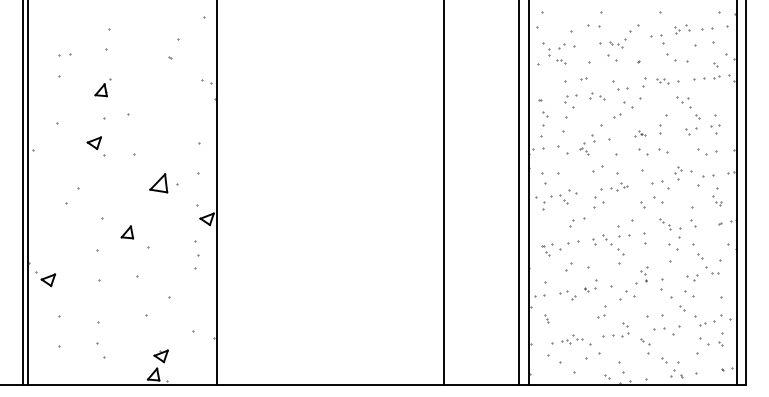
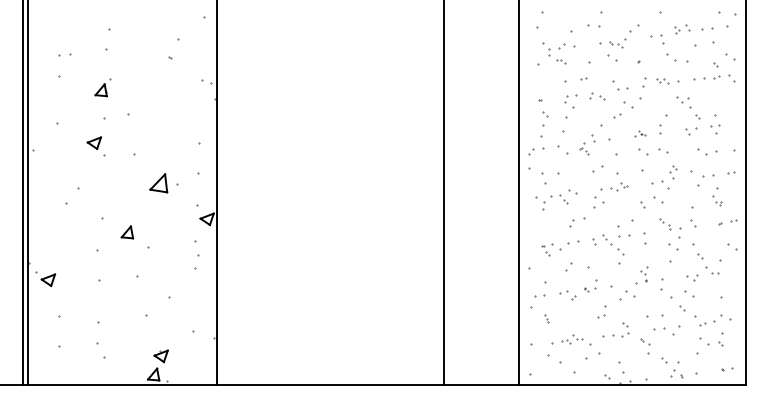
part at (678, 173) position: (678, 173) -> (673, 172)
line at (528, 193): present -> none
line at (736, 193): present -> none
